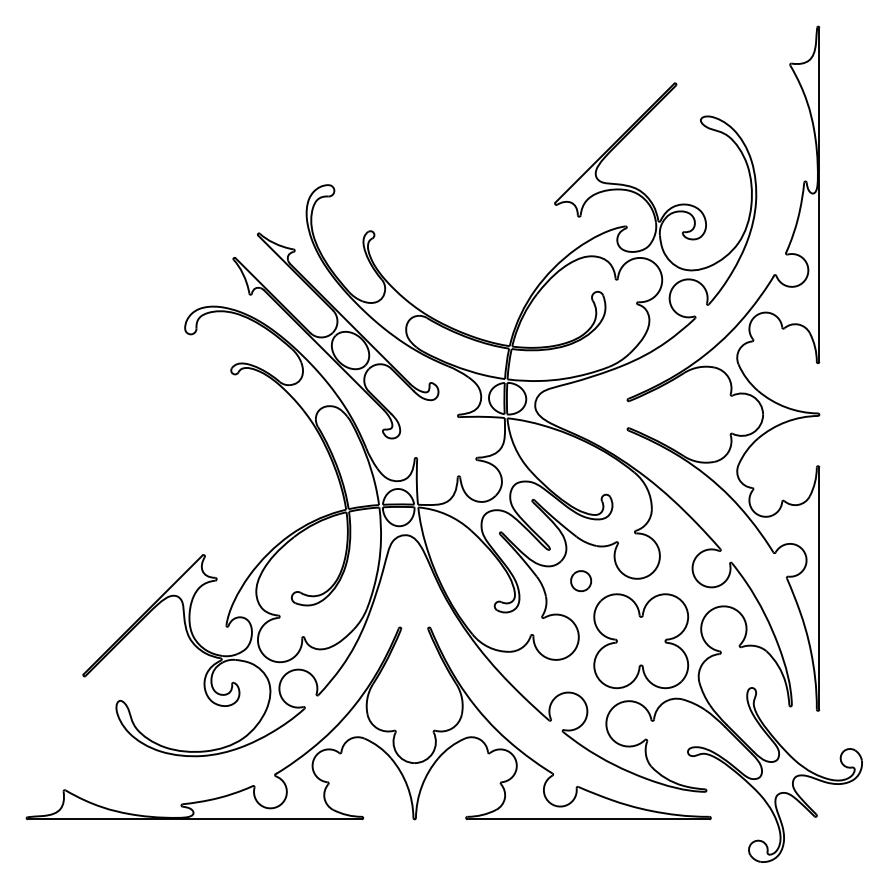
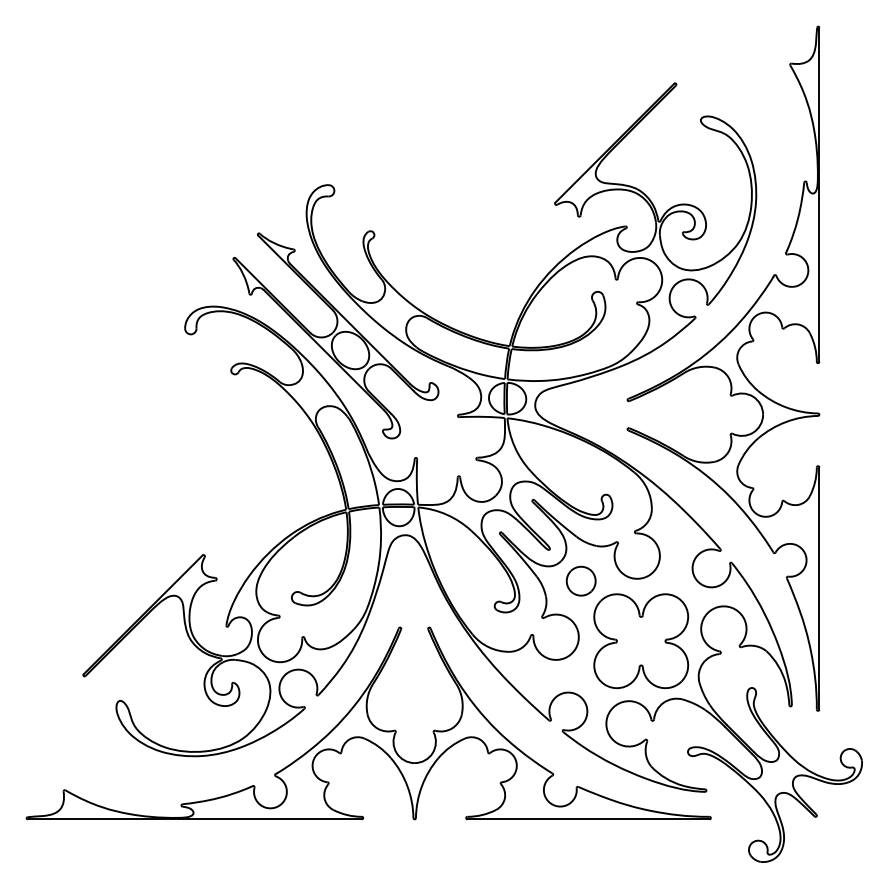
part at (580, 580) size: 22x22 px -> 32x32 px
